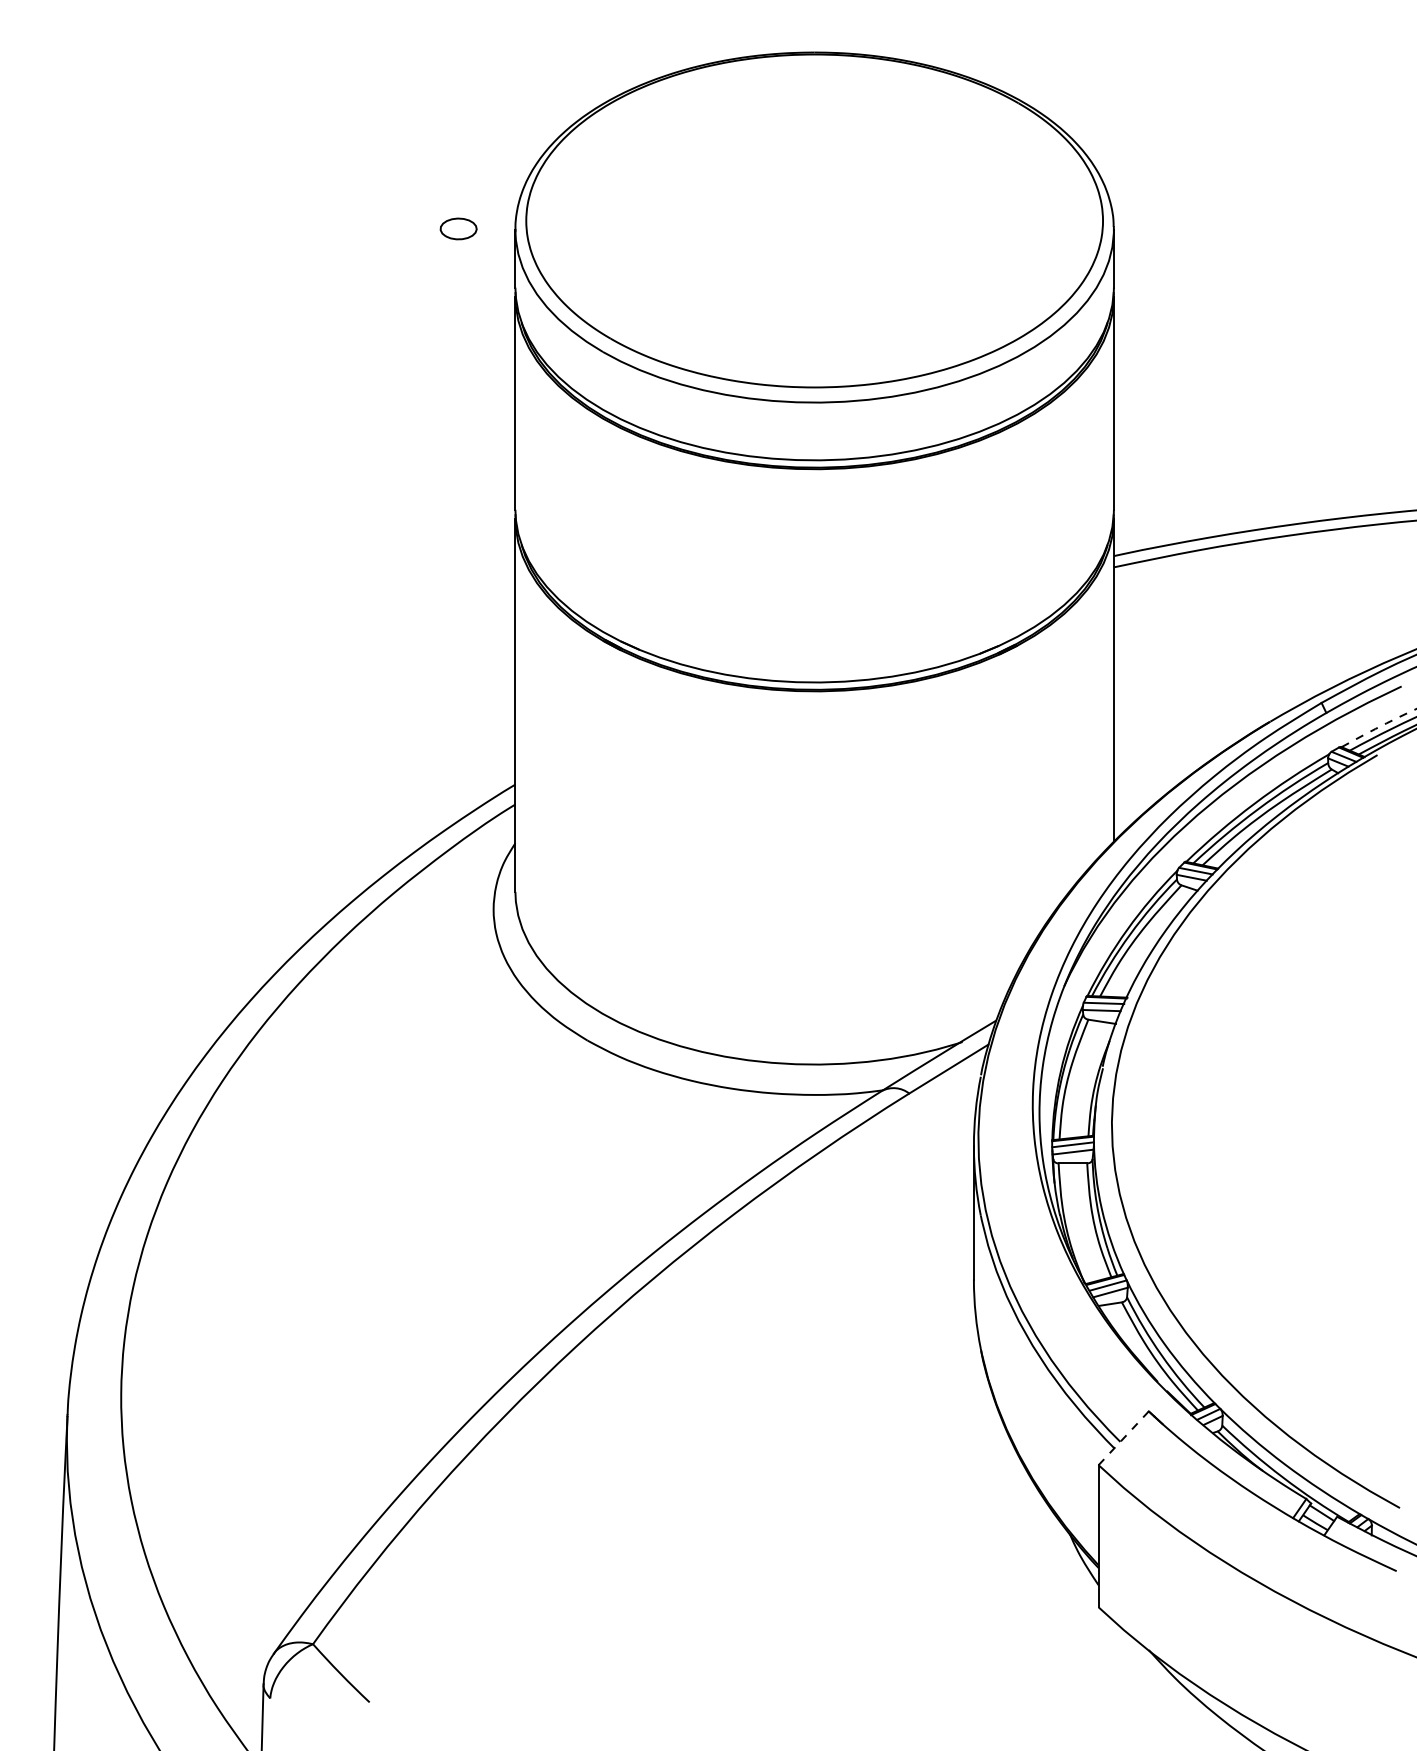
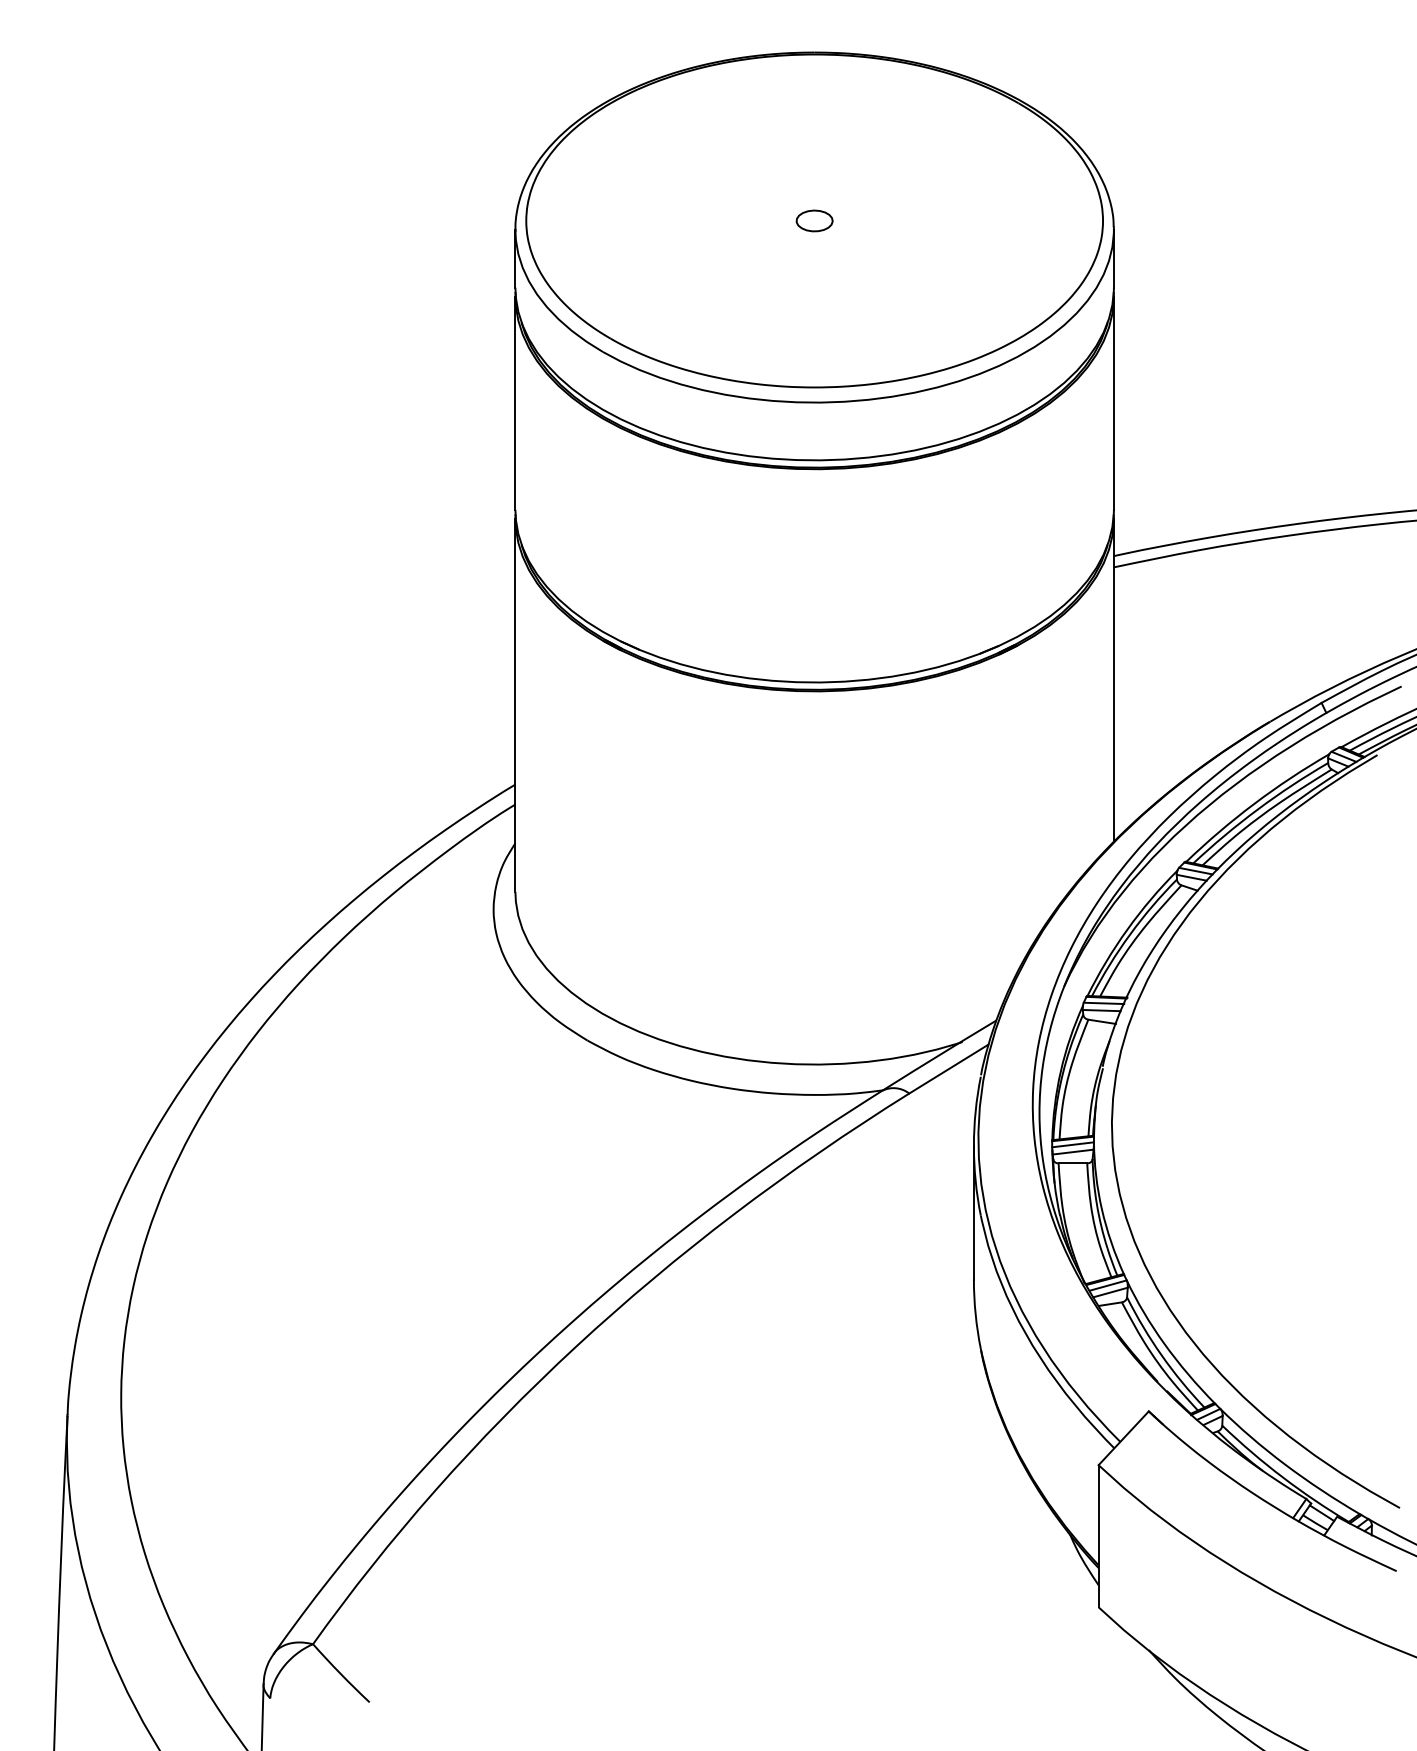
part at (458, 228) position: (458, 228) -> (814, 220)
arc at (1378, 727): dashed -> solid
line at (1123, 1438): dashed -> solid
